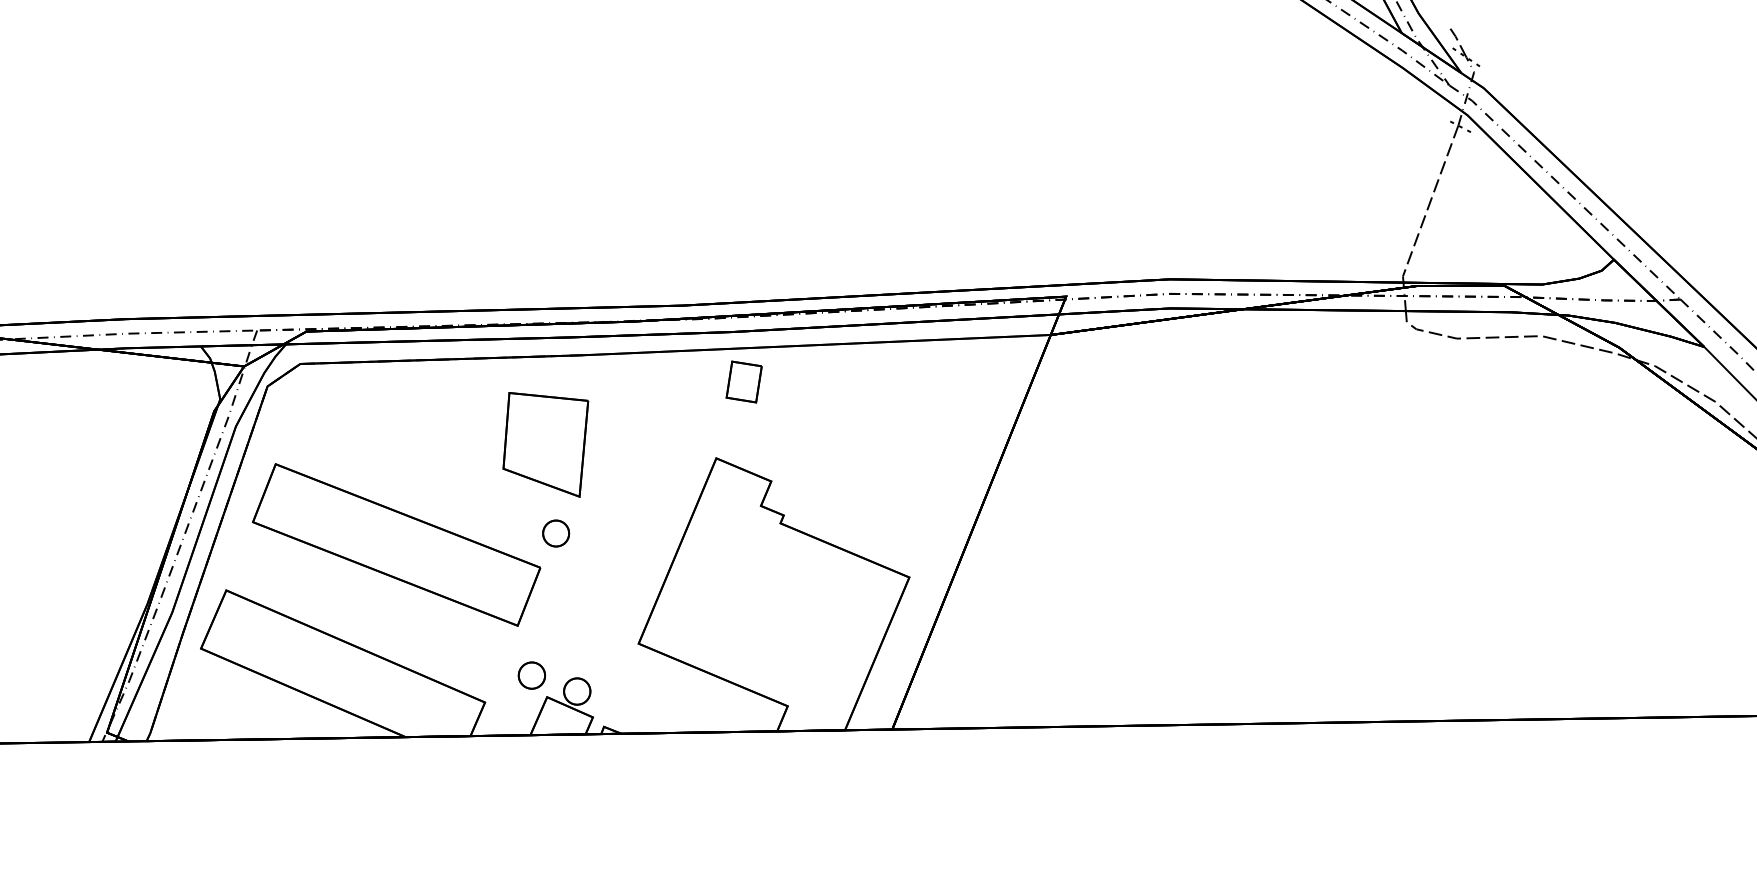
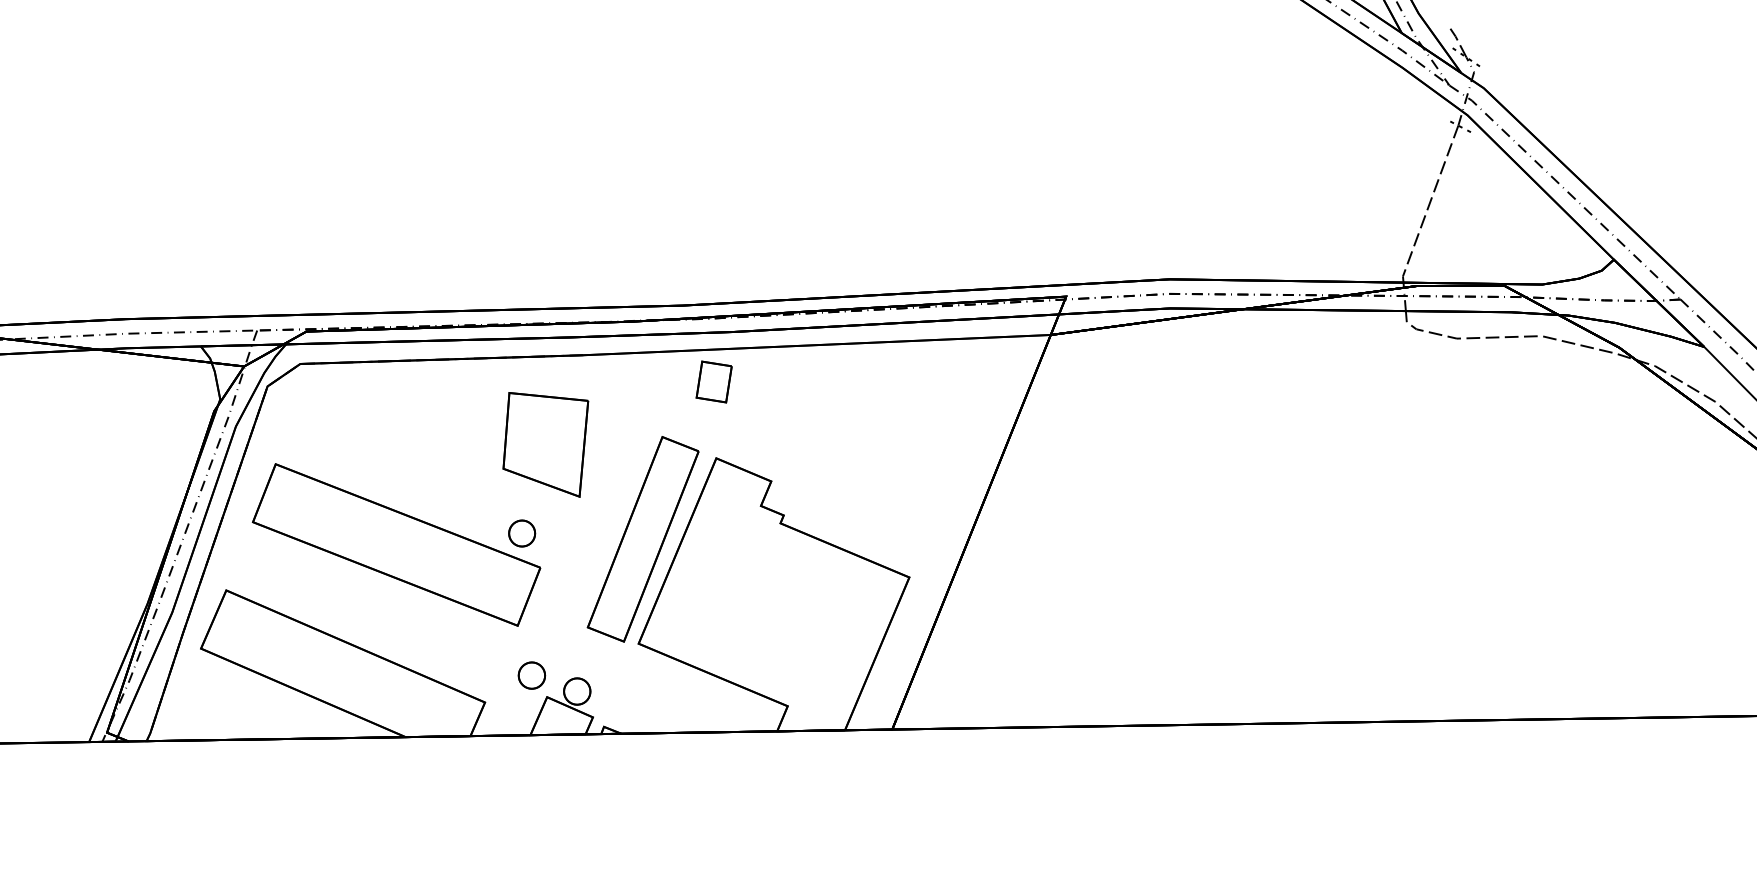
part at (743, 381) position: (743, 381) -> (713, 381)
part at (556, 533) position: (556, 533) -> (522, 533)
part at (642, 539): none -> present
